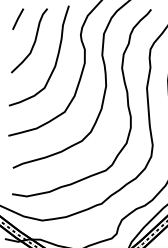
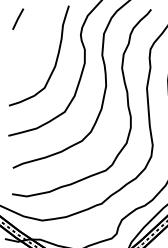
curve at (33, 42): present -> none
